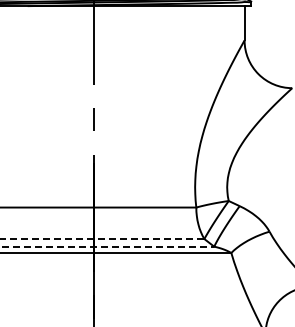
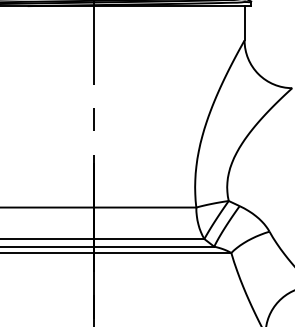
line at (101, 239): dashed -> solid
line at (107, 246): dashed -> solid
